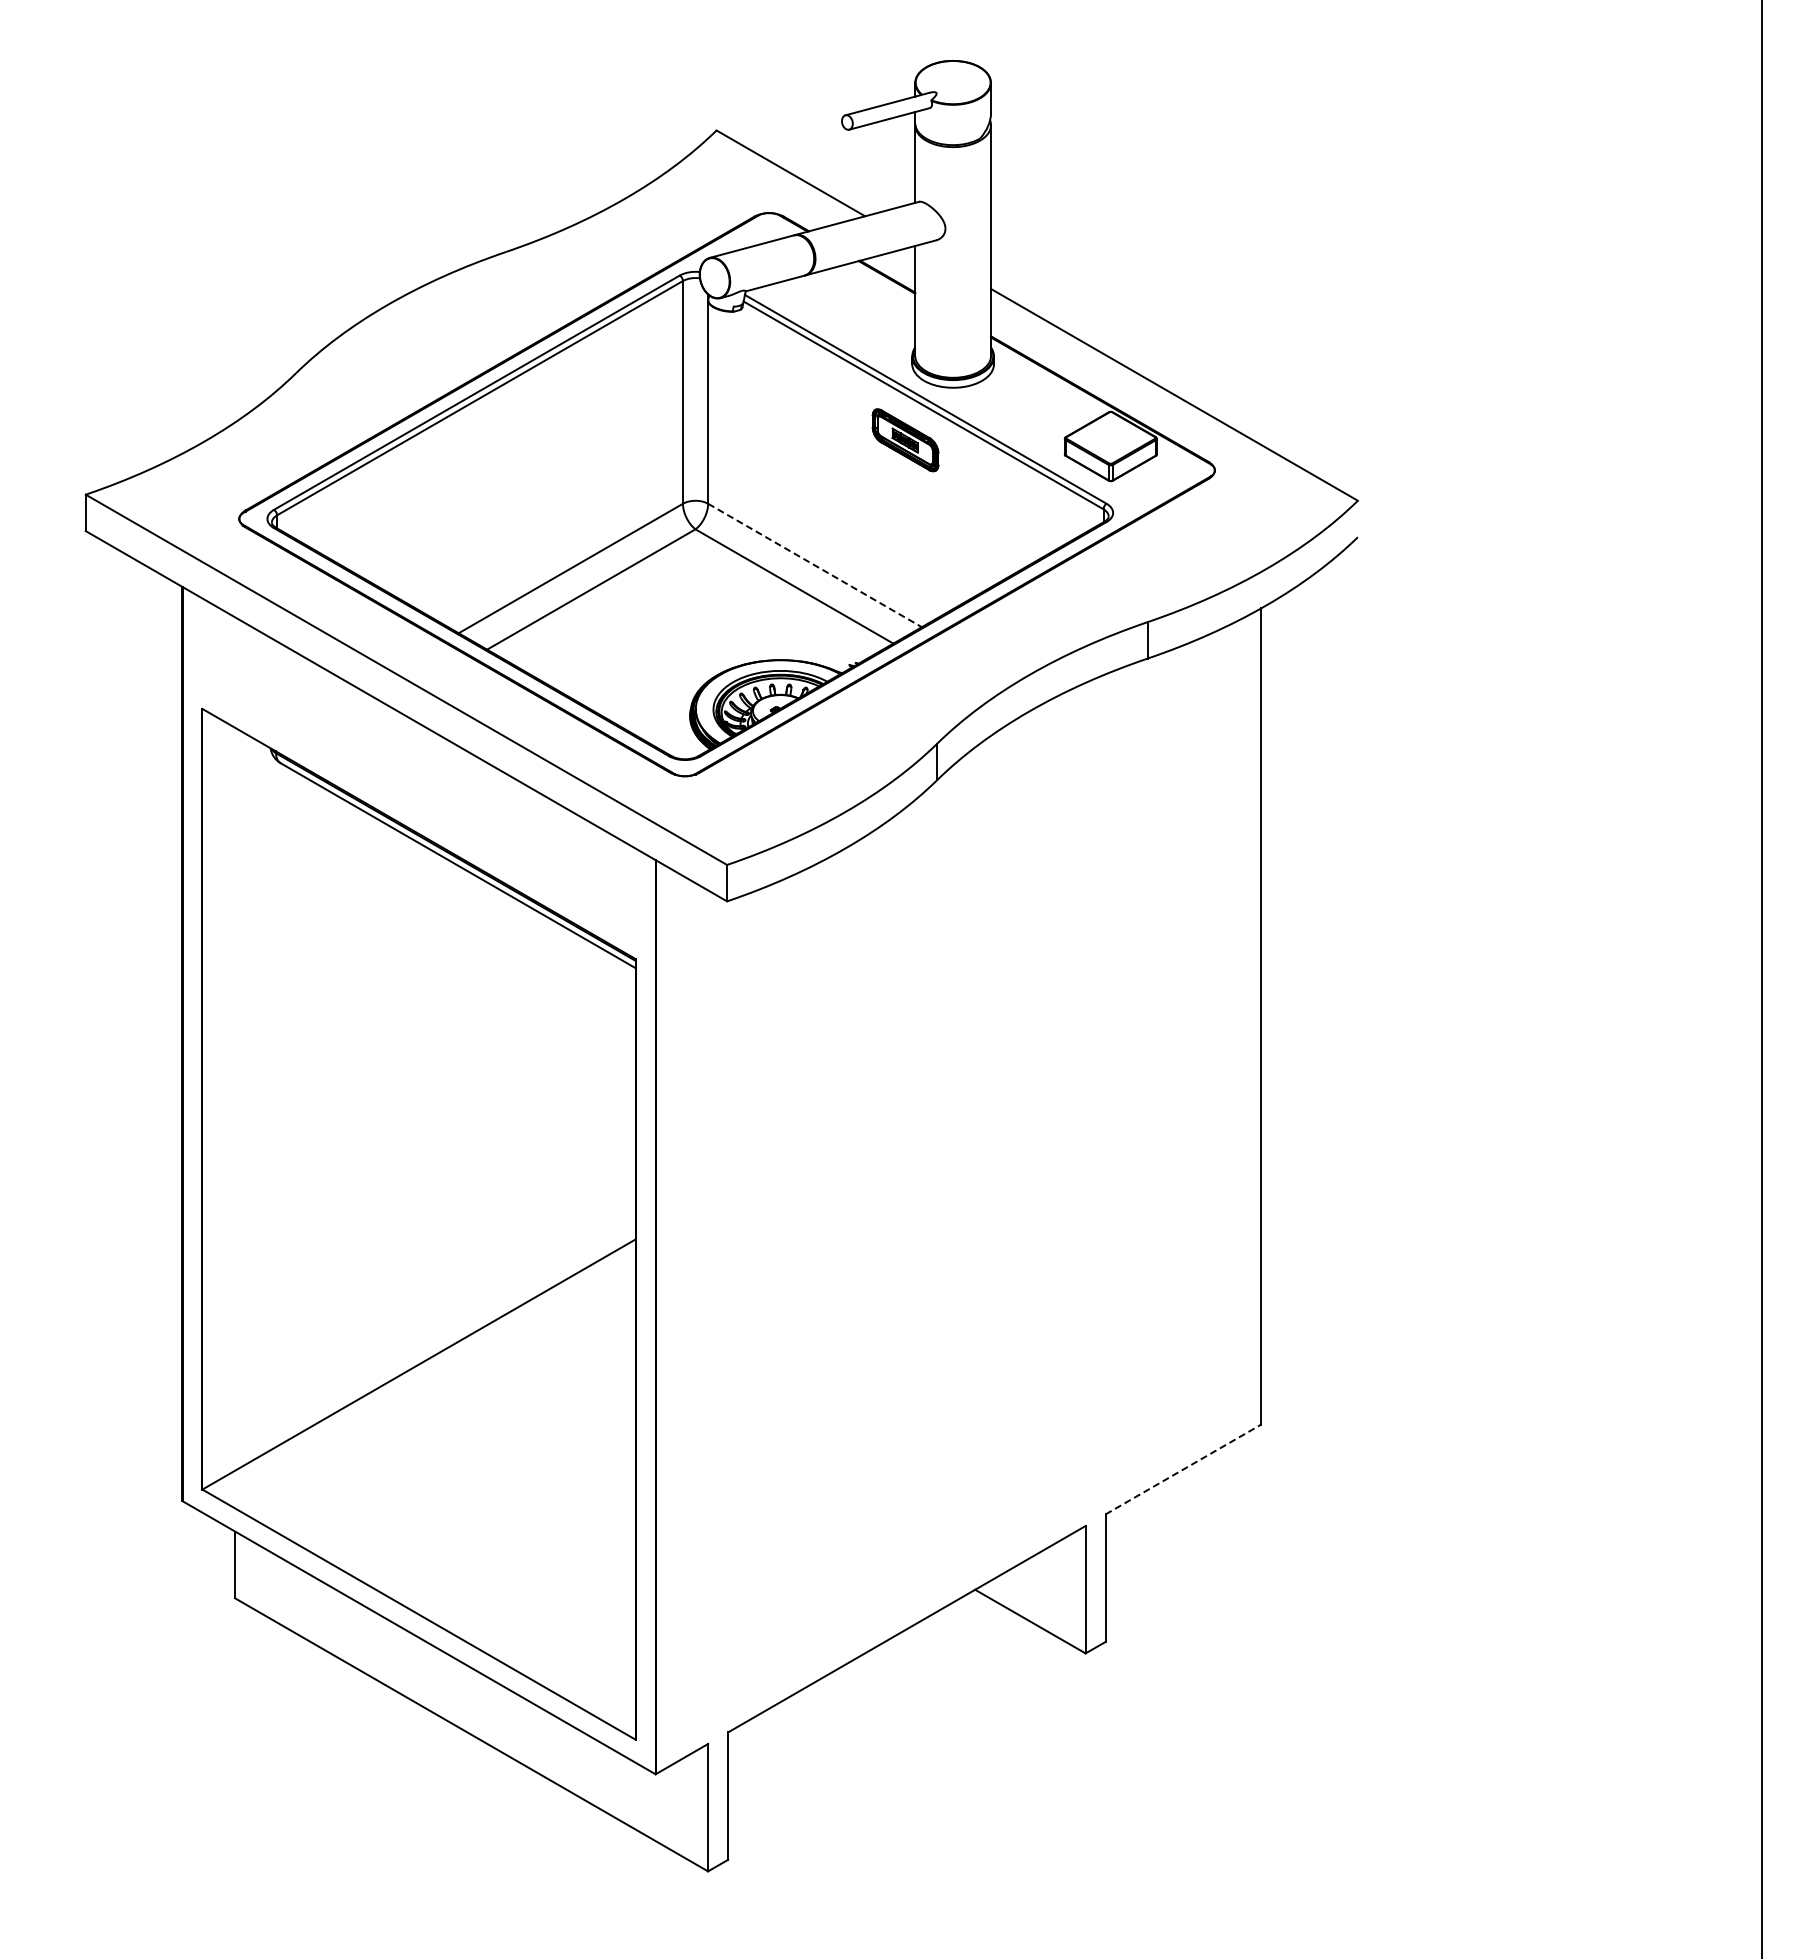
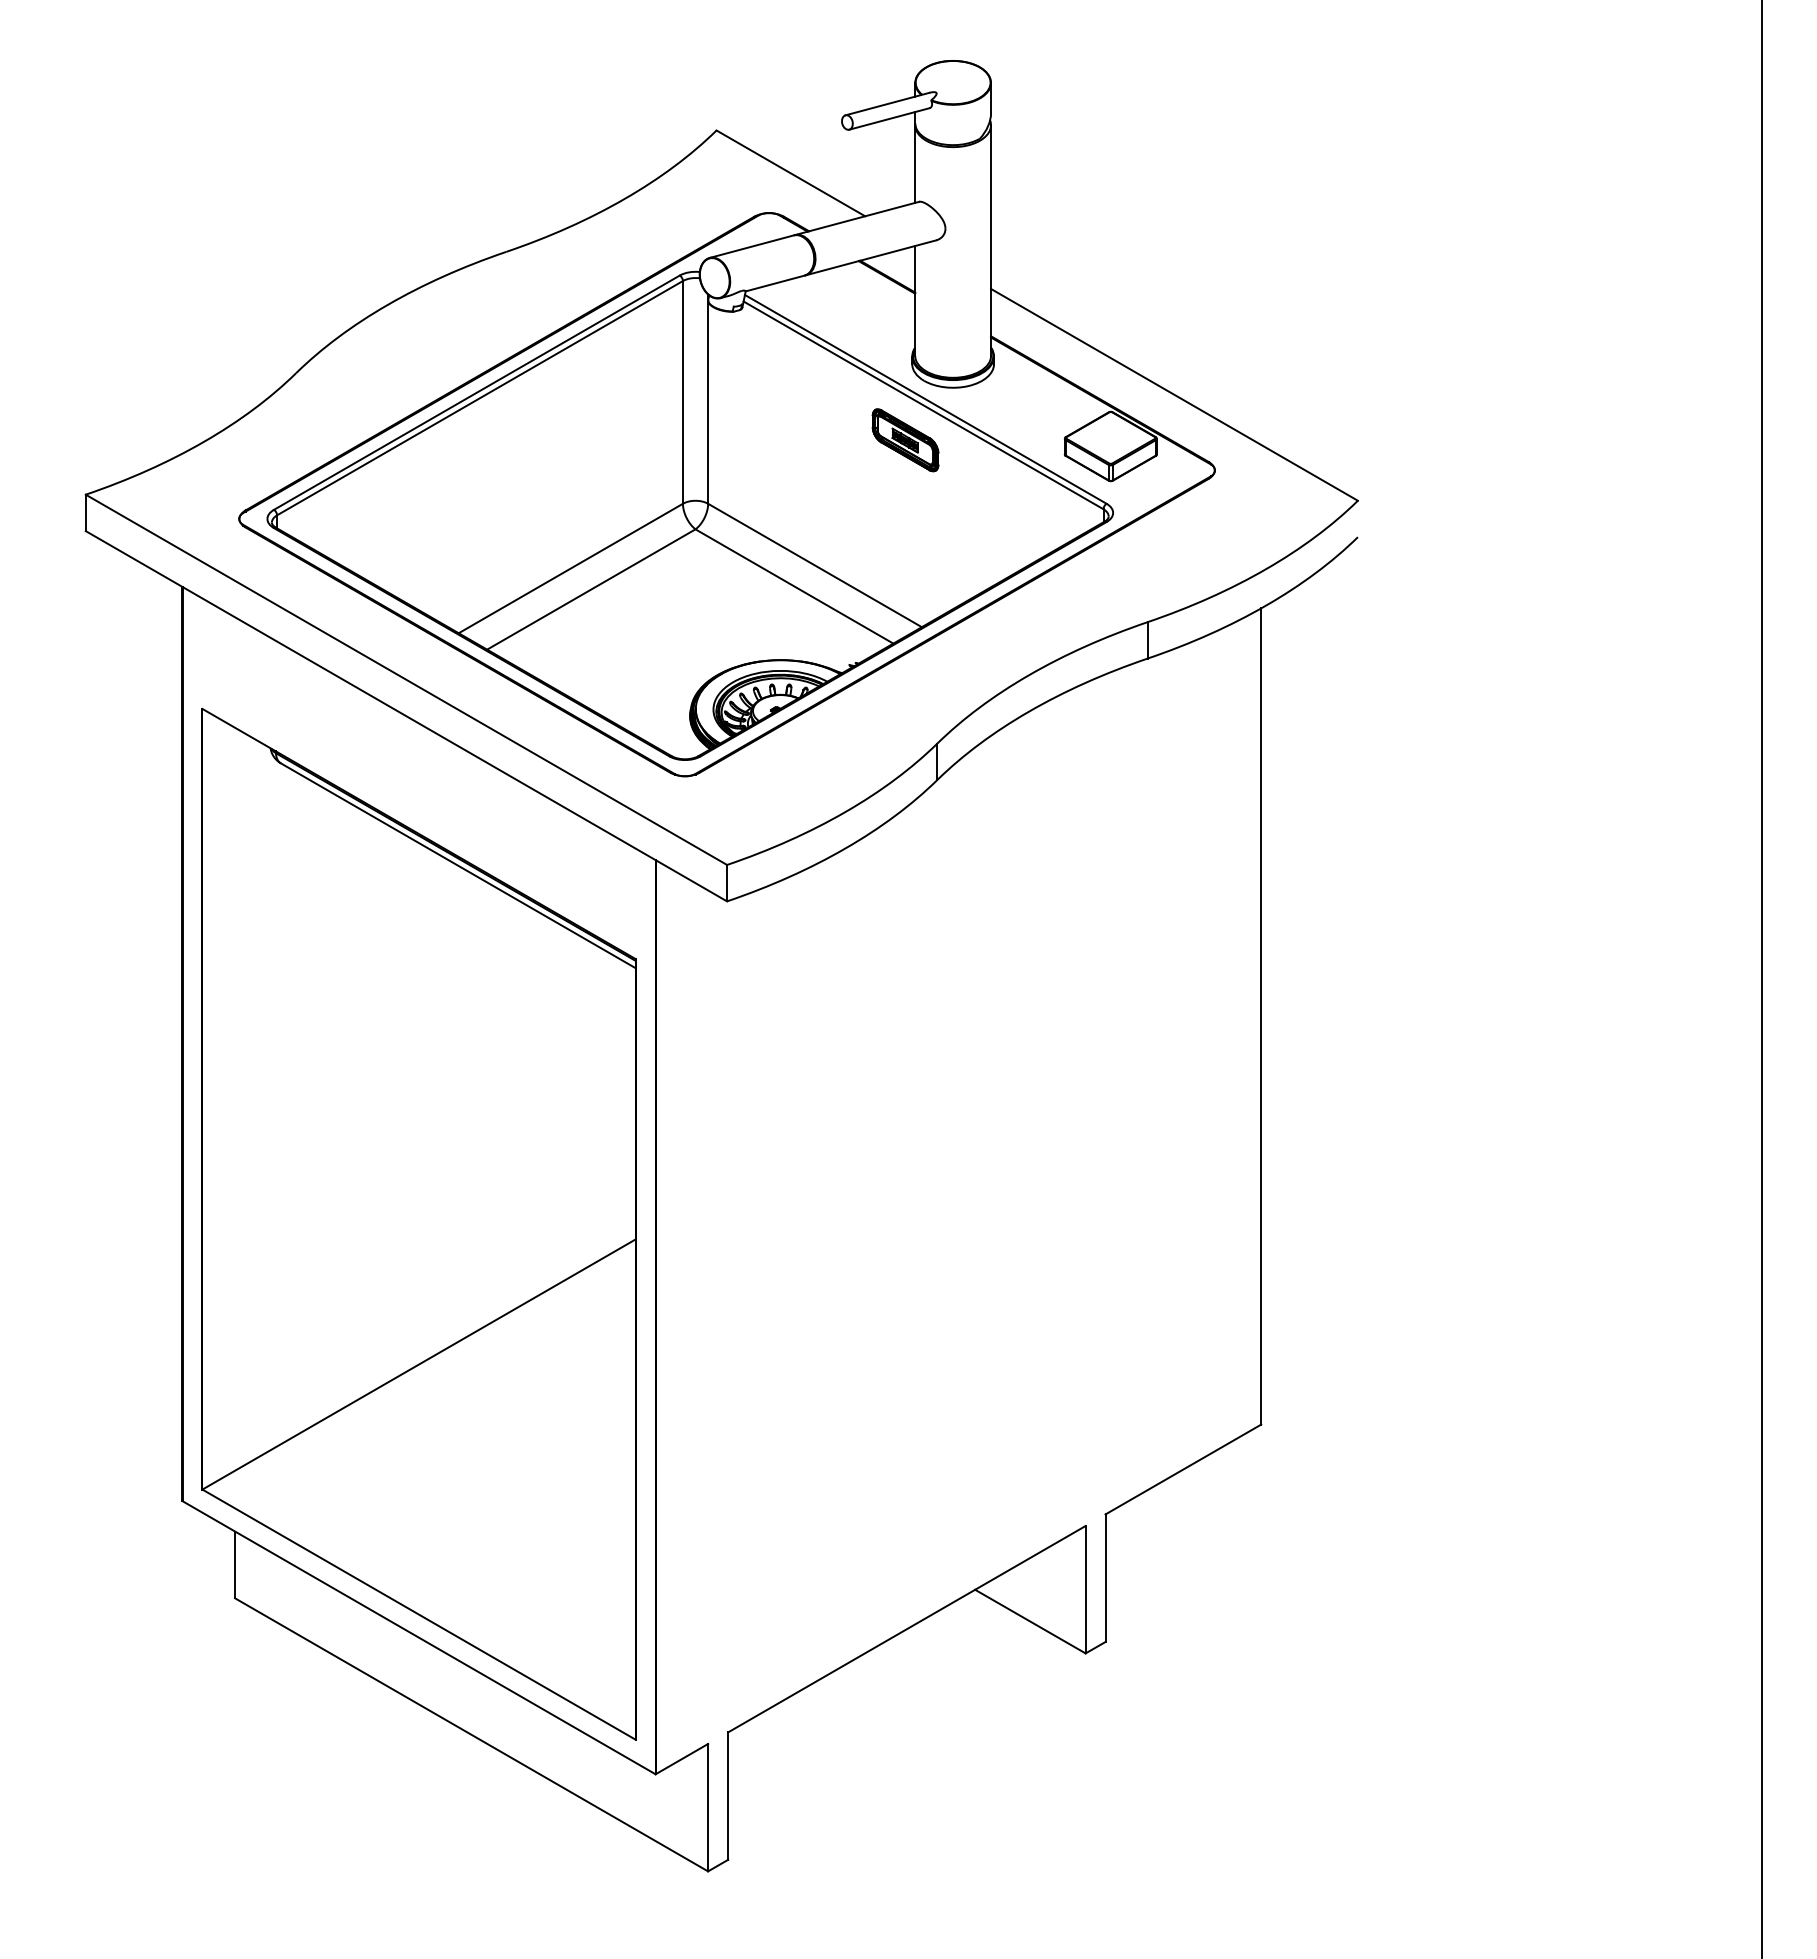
line at (815, 565): dashed -> solid
line at (1183, 1469): dashed -> solid
